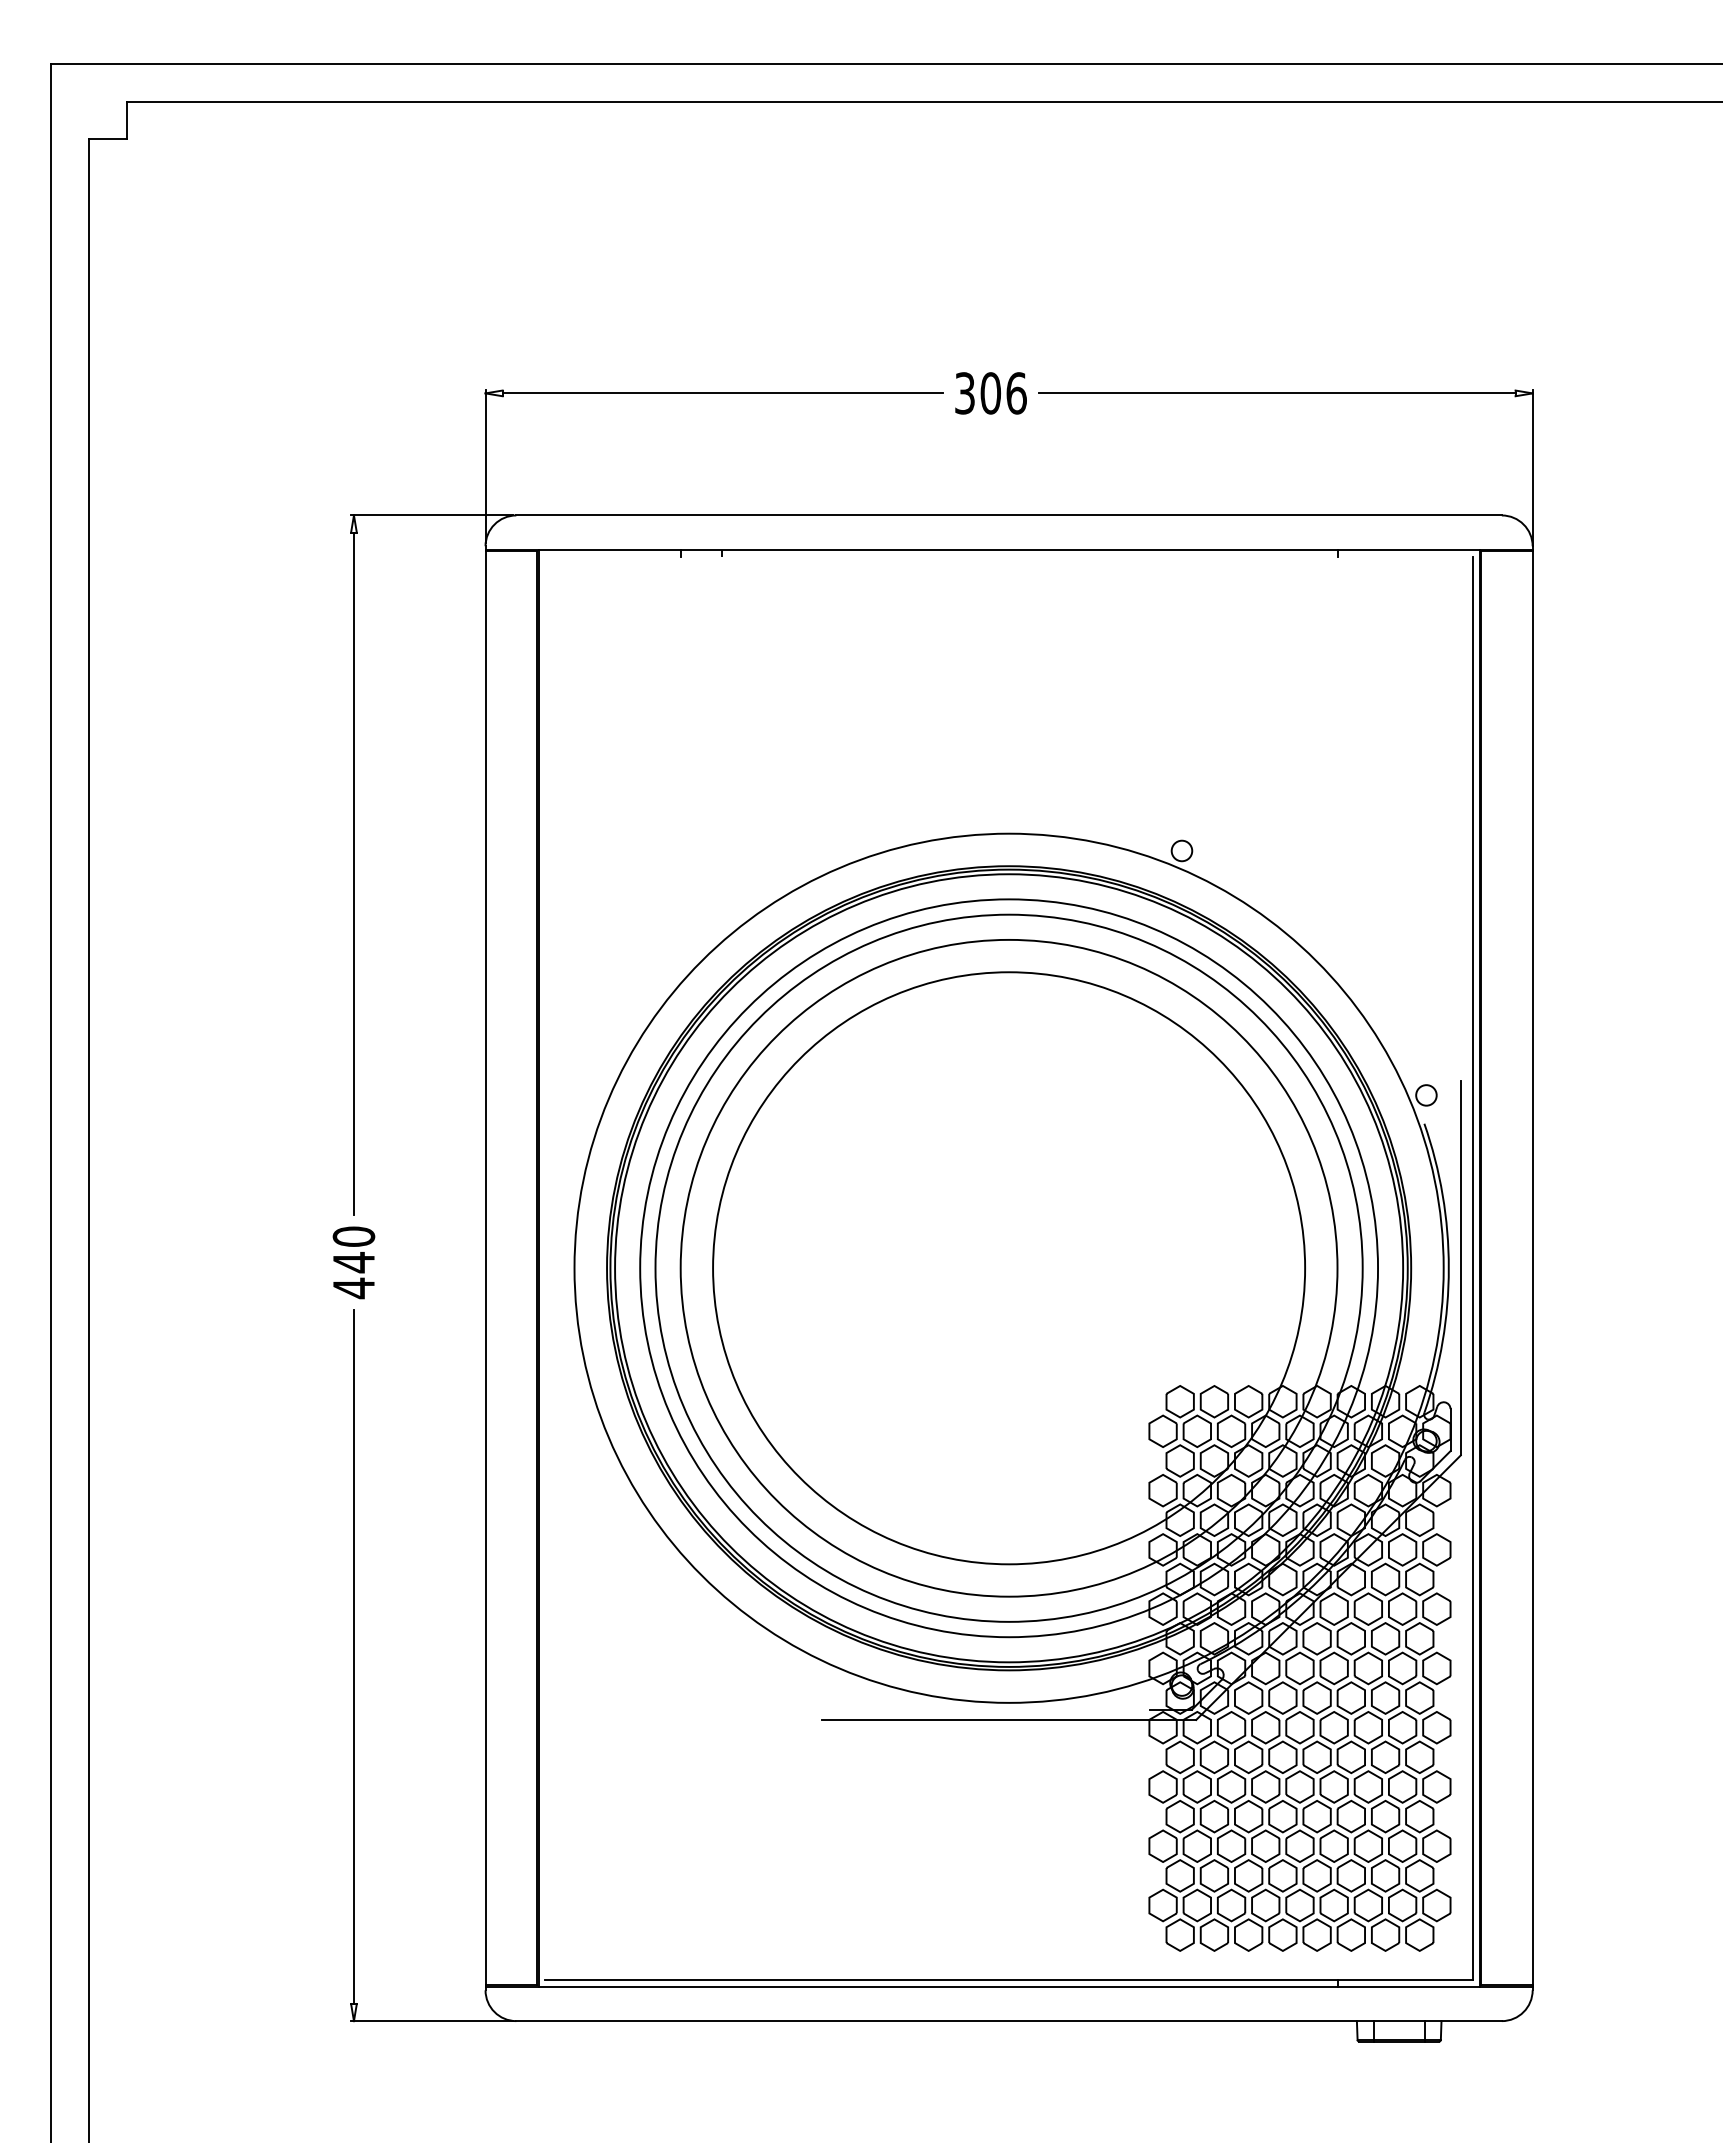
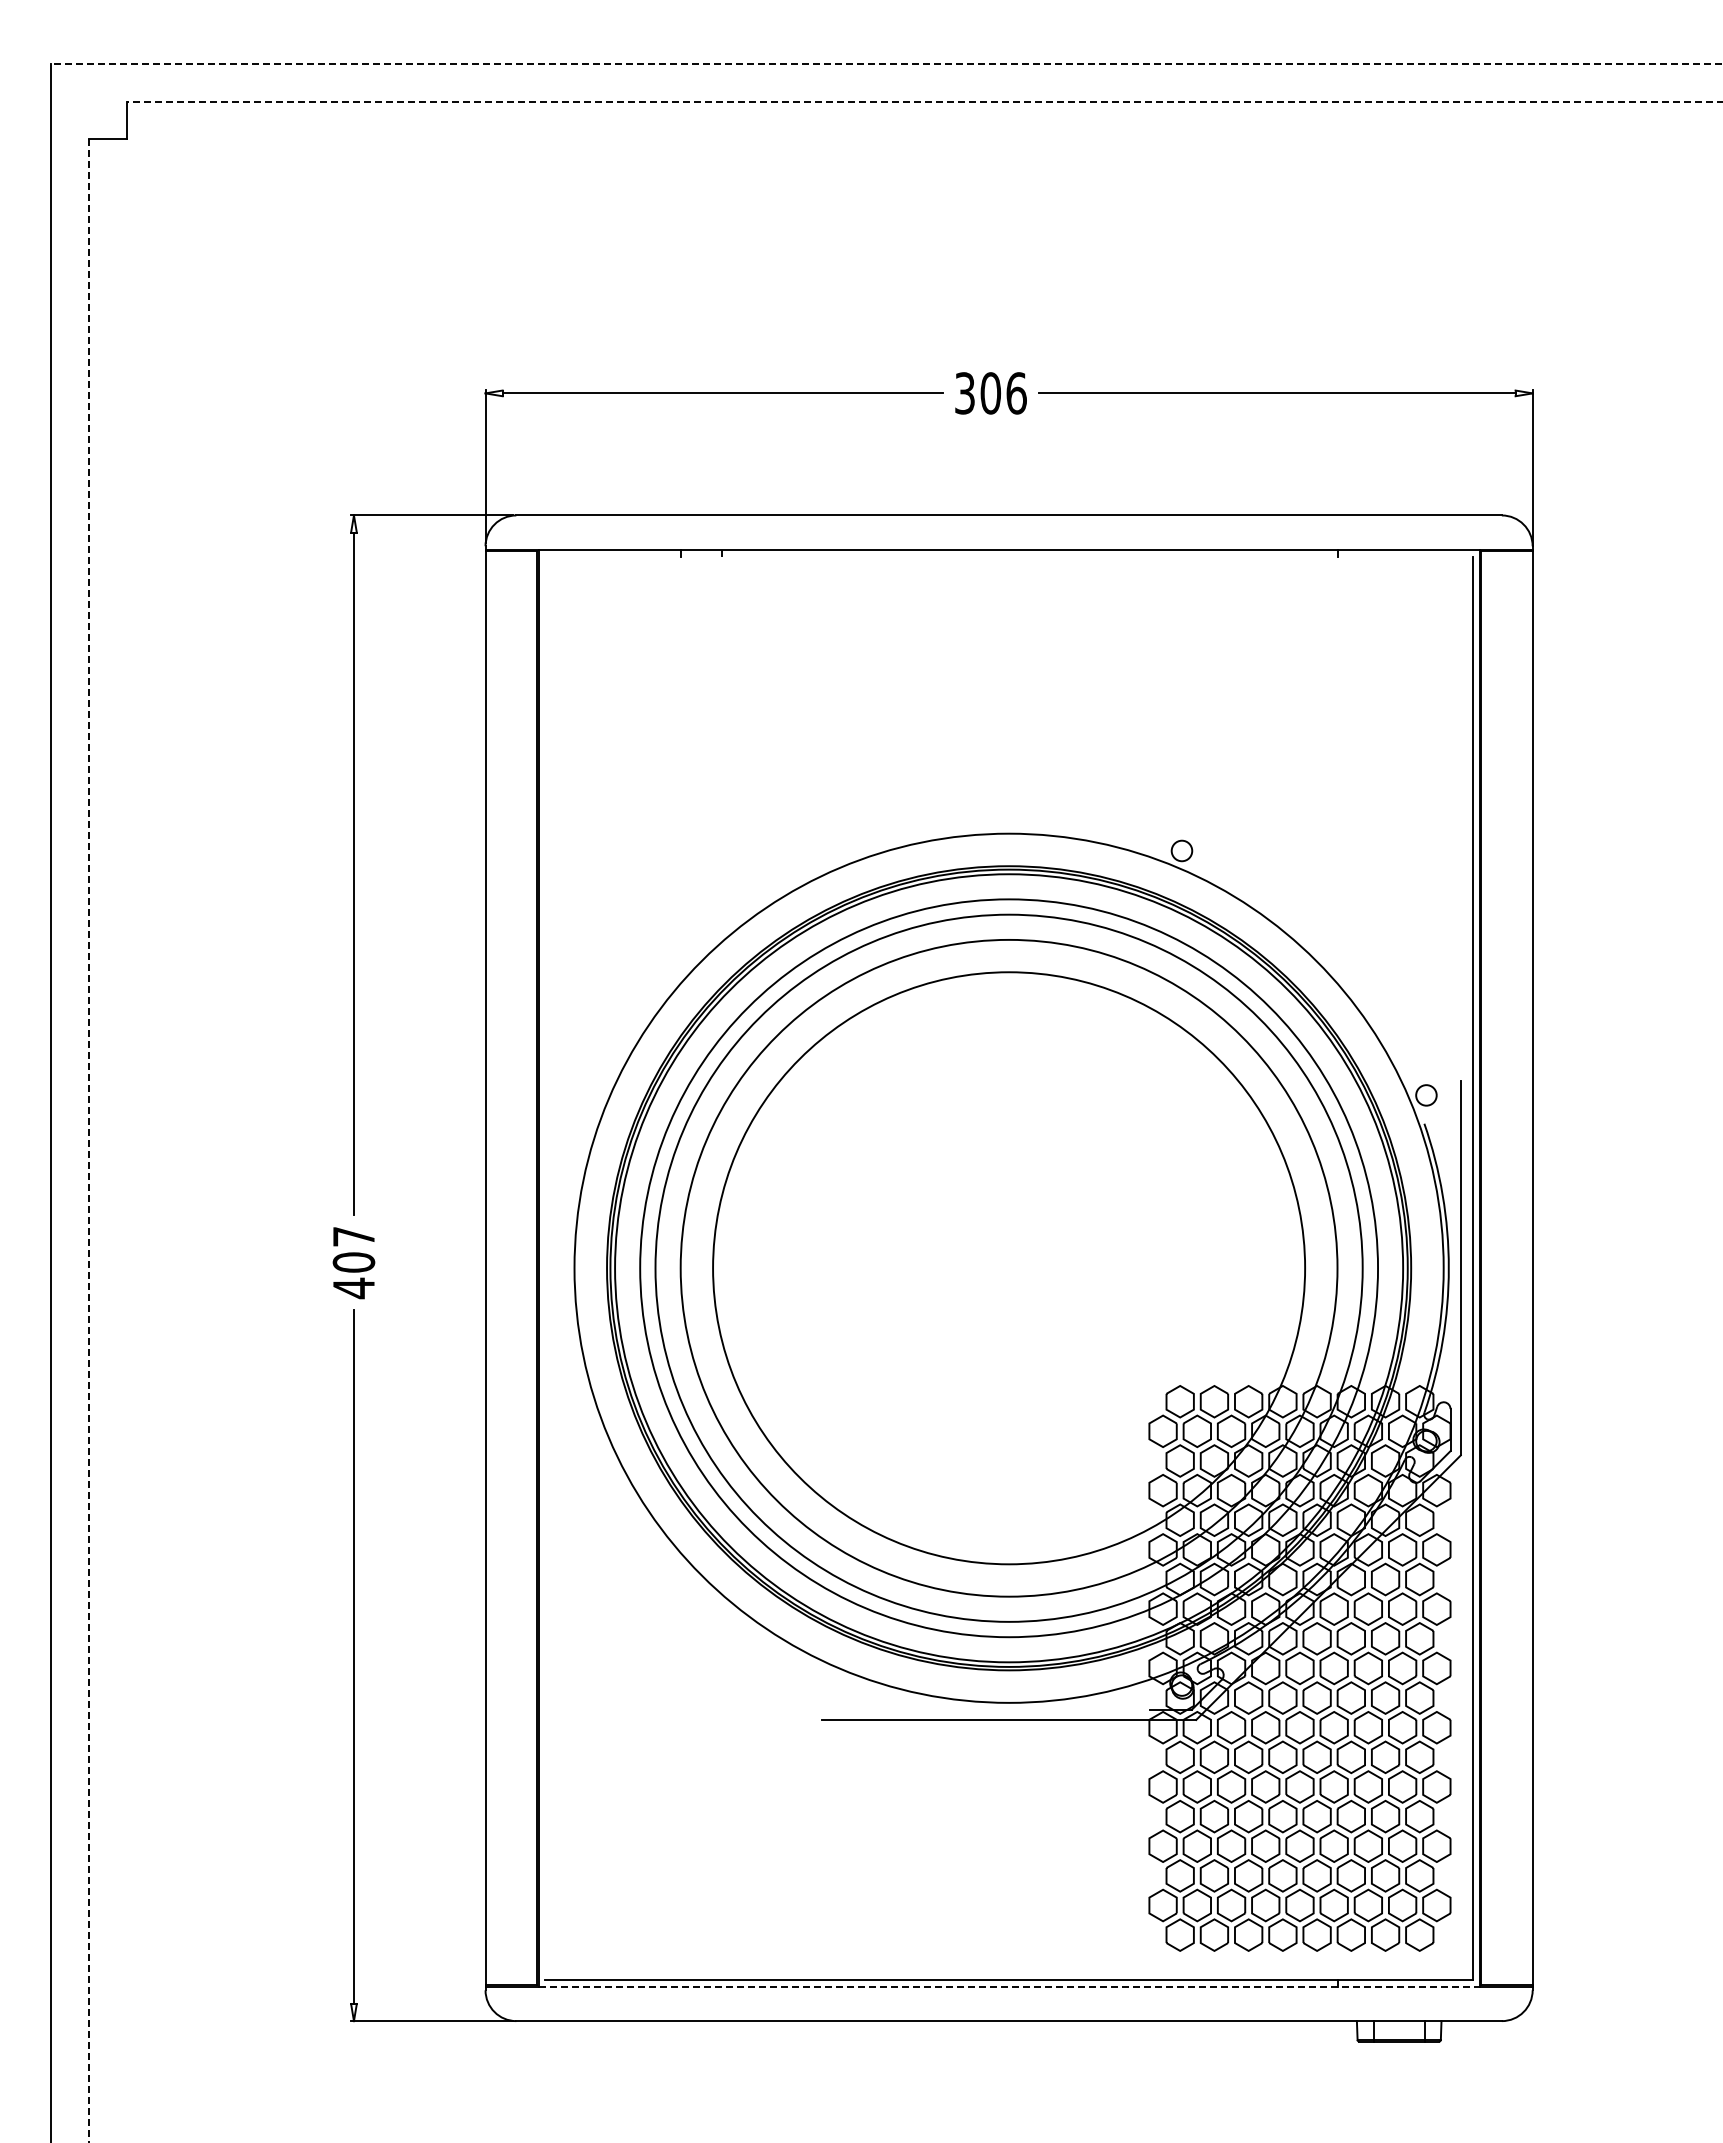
line at (886, 64): solid -> dashed
line at (924, 101): solid -> dashed
line at (89, 1141): solid -> dashed
text at (353, 1249): 440 -> 407
line at (1009, 1986): solid -> dashed
